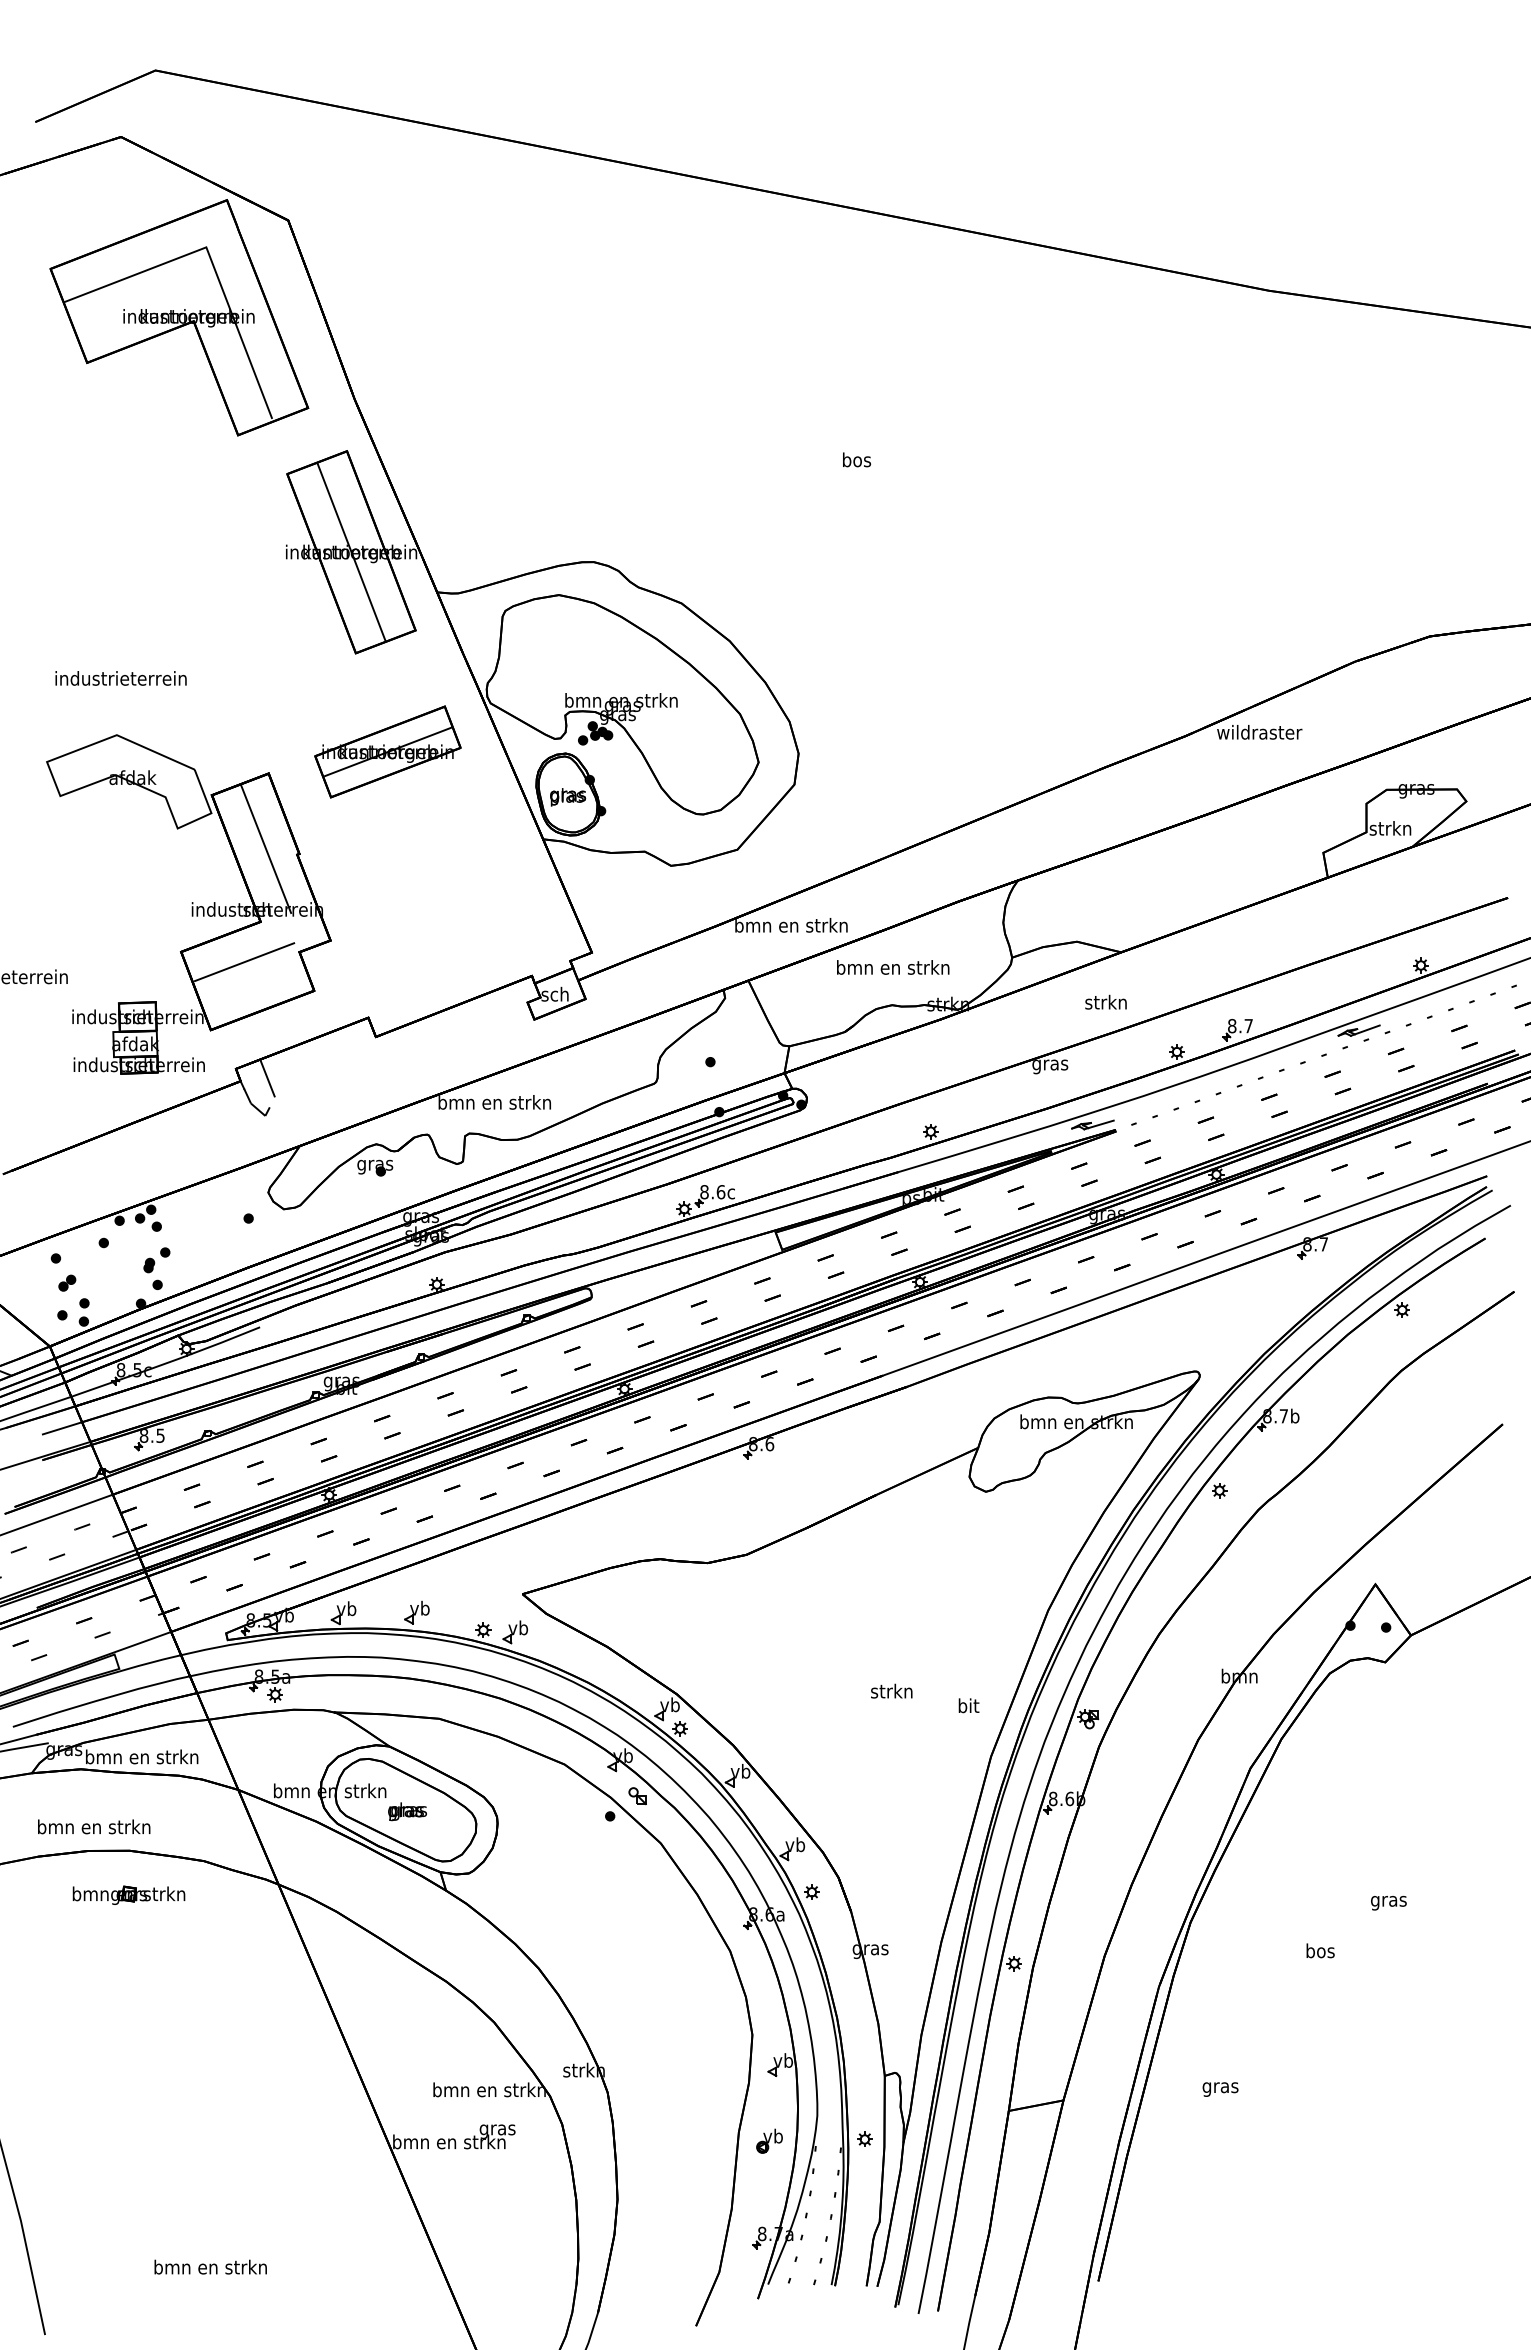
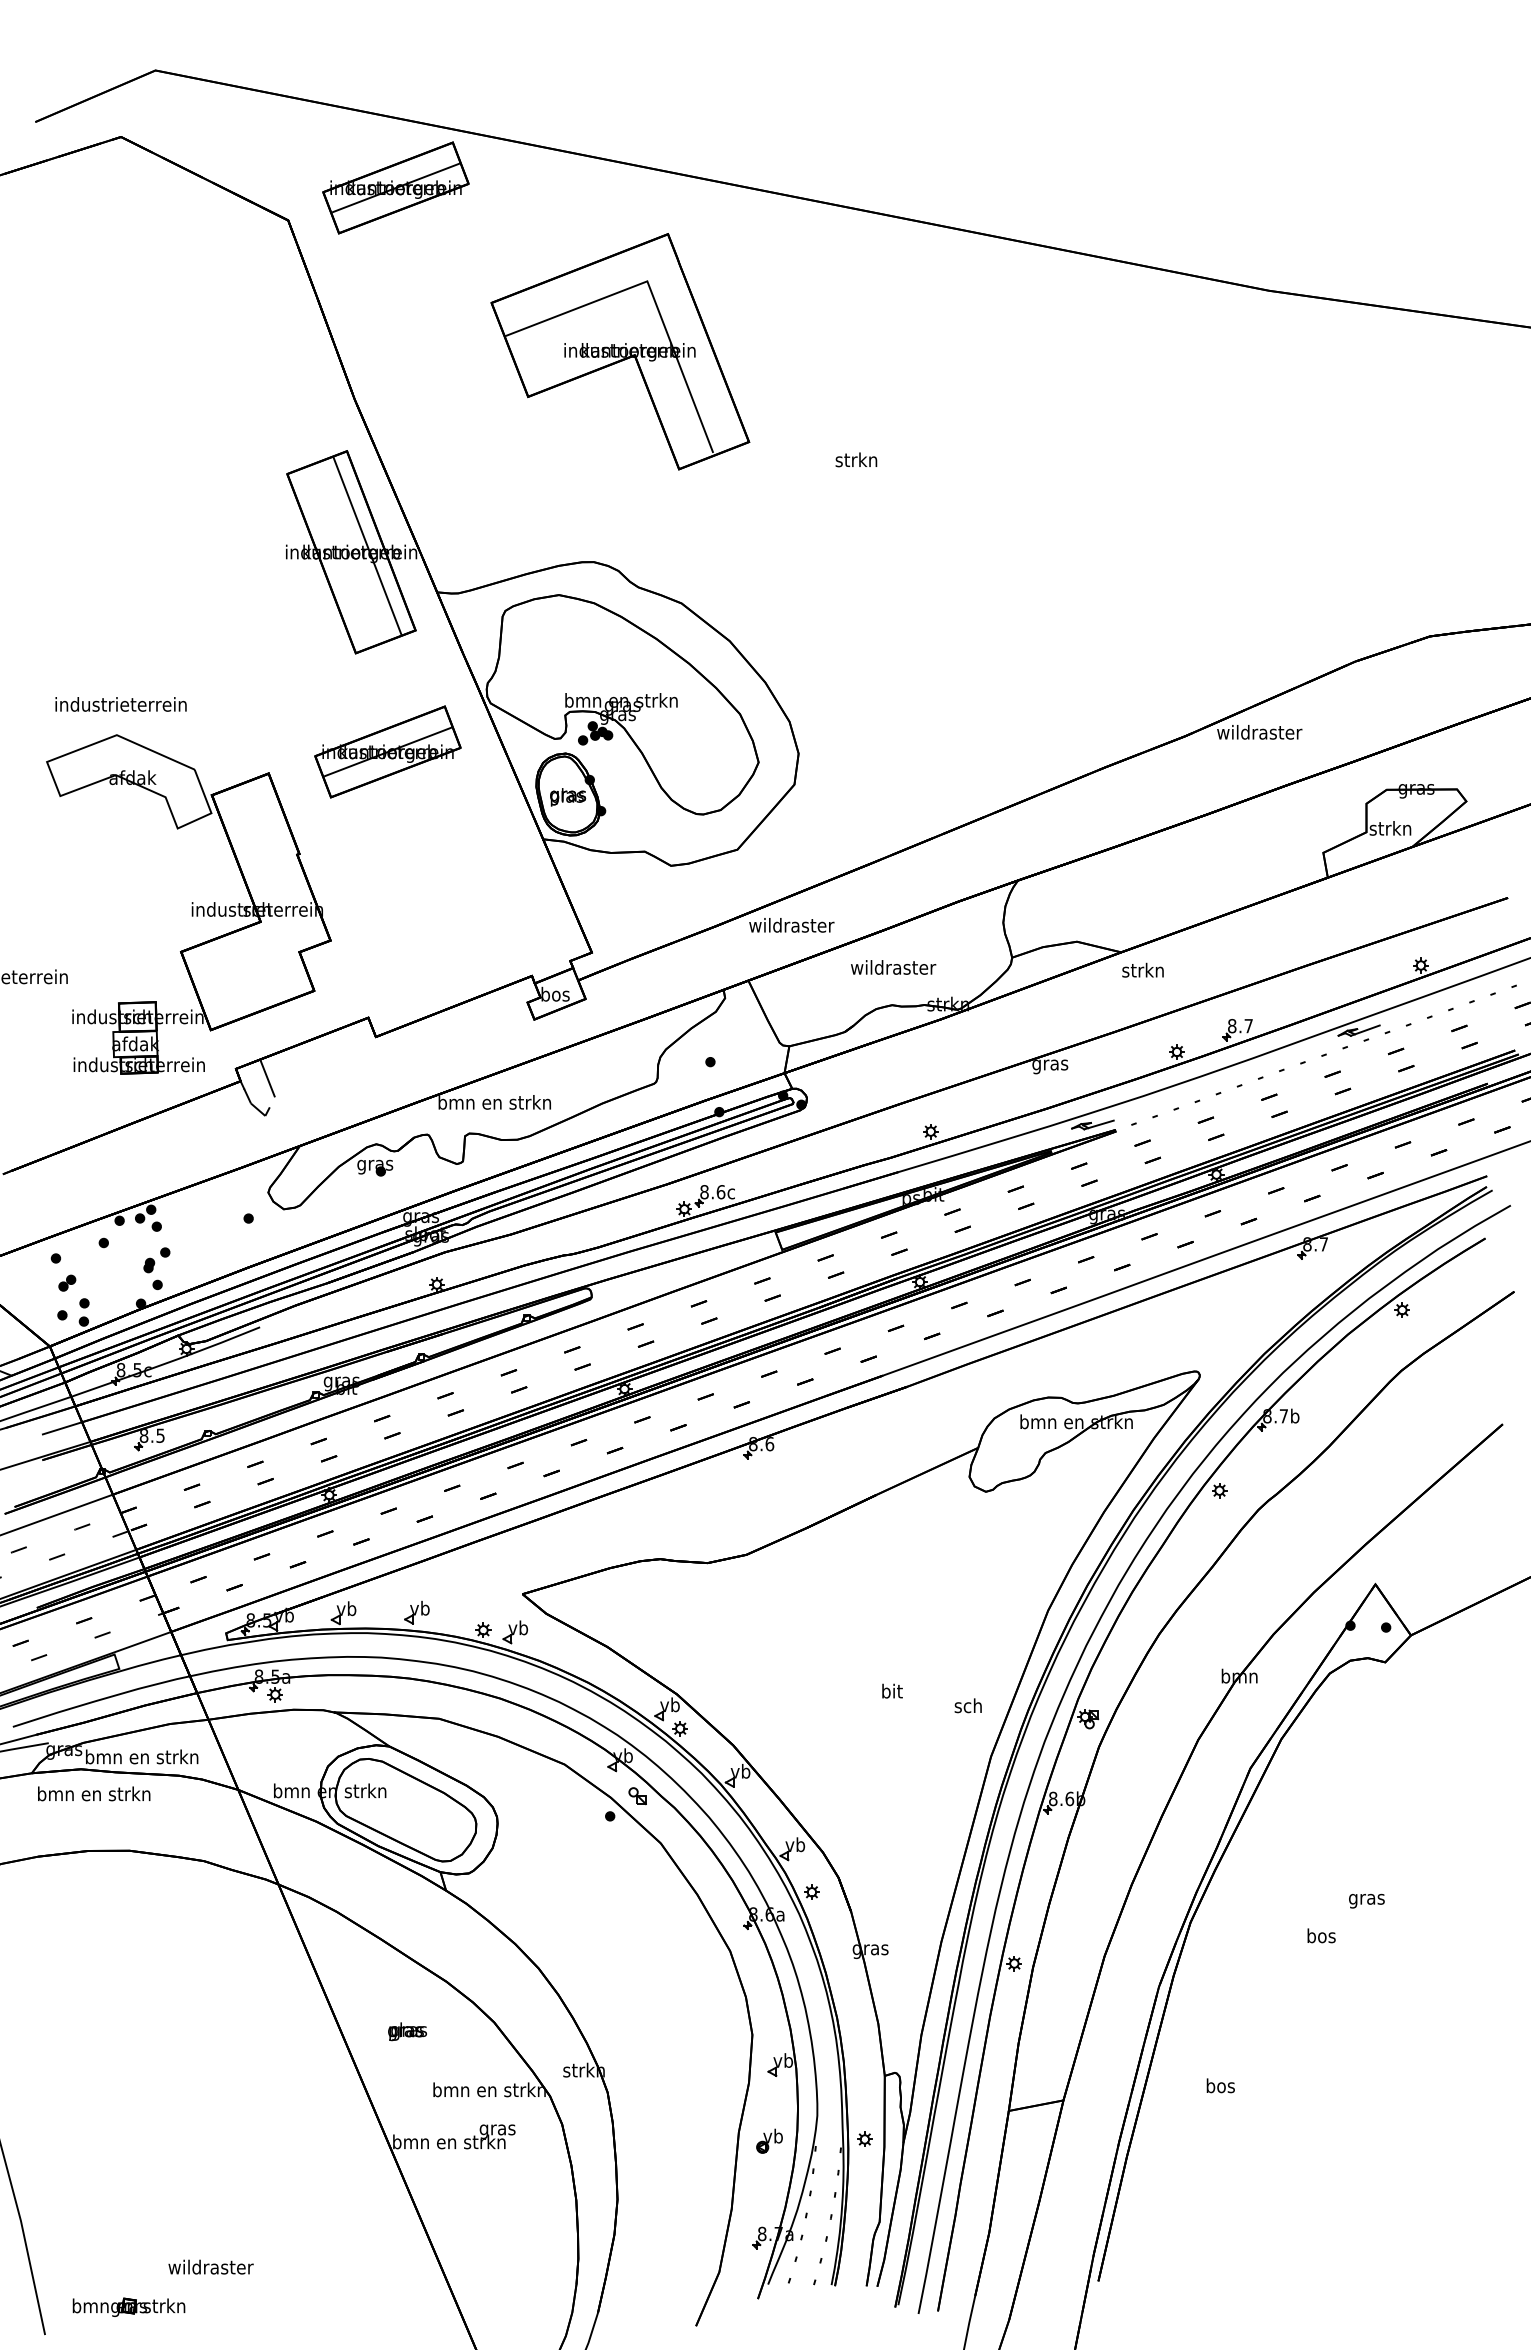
part at (395, 187): none -> present
part at (179, 317) position: (179, 317) -> (620, 351)
text at (856, 459): bos -> strkn
line at (351, 551) position: (351, 551) -> (367, 545)
text at (120, 678) position: (120, 678) -> (120, 704)
line at (266, 849): present -> none
text at (791, 925): bmn en strkn -> wildraster
line at (244, 962): present -> none
text at (893, 967): bmn en strkn -> wildraster
text at (555, 993): sch -> bos
text at (1105, 1001) position: (1105, 1001) -> (1142, 969)
text at (891, 1690): strkn -> bit
text at (967, 1705): bit -> sch
text at (407, 1811) position: (407, 1811) -> (407, 2031)
text at (94, 1826) position: (94, 1826) -> (94, 1793)
part at (128, 1894) position: (128, 1894) -> (128, 2306)
text at (1388, 1902) position: (1388, 1902) -> (1366, 1900)
text at (1320, 1950) position: (1320, 1950) -> (1321, 1935)
text at (1220, 2087): gras -> bos
text at (210, 2266): bmn en strkn -> wildraster
